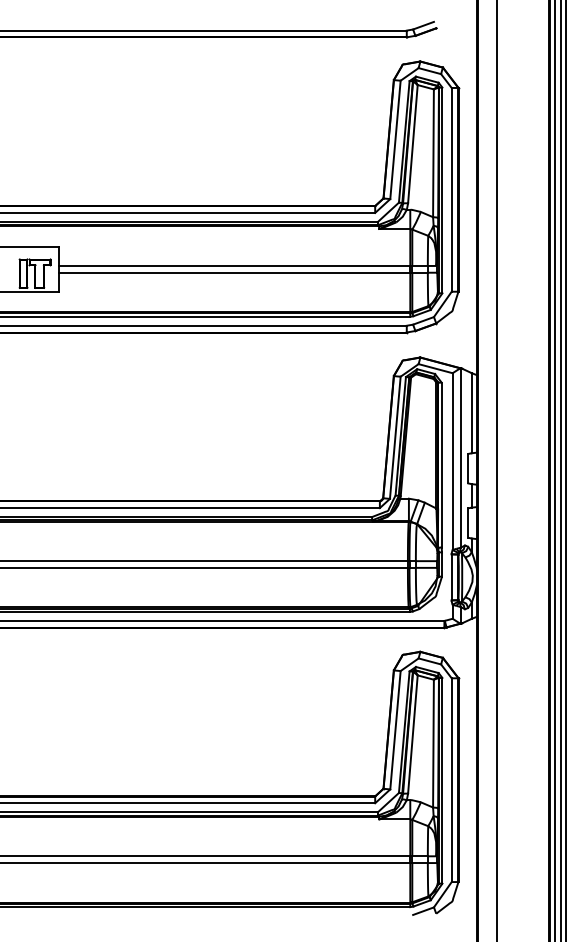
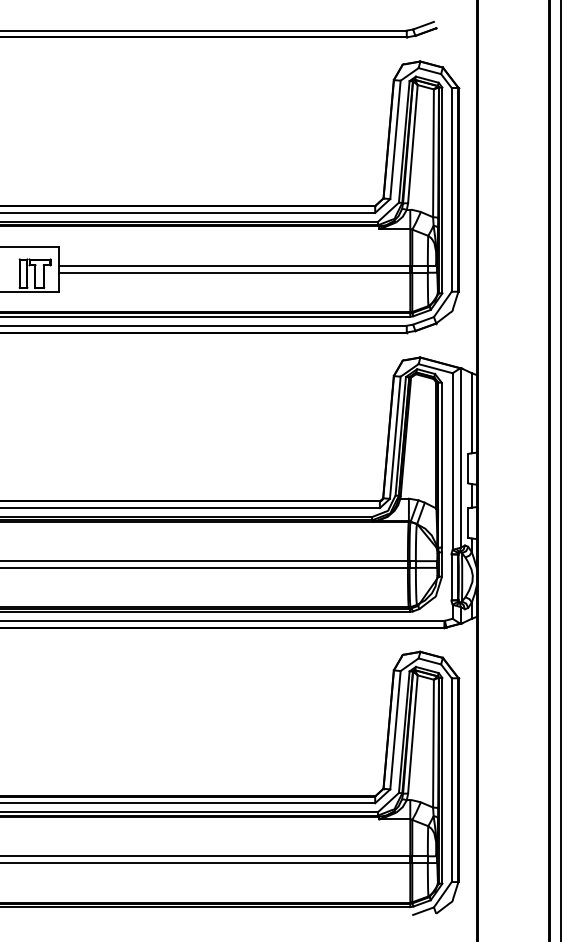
line at (497, 470): present -> none
line at (555, 470): present -> none
line at (565, 470): present -> none
